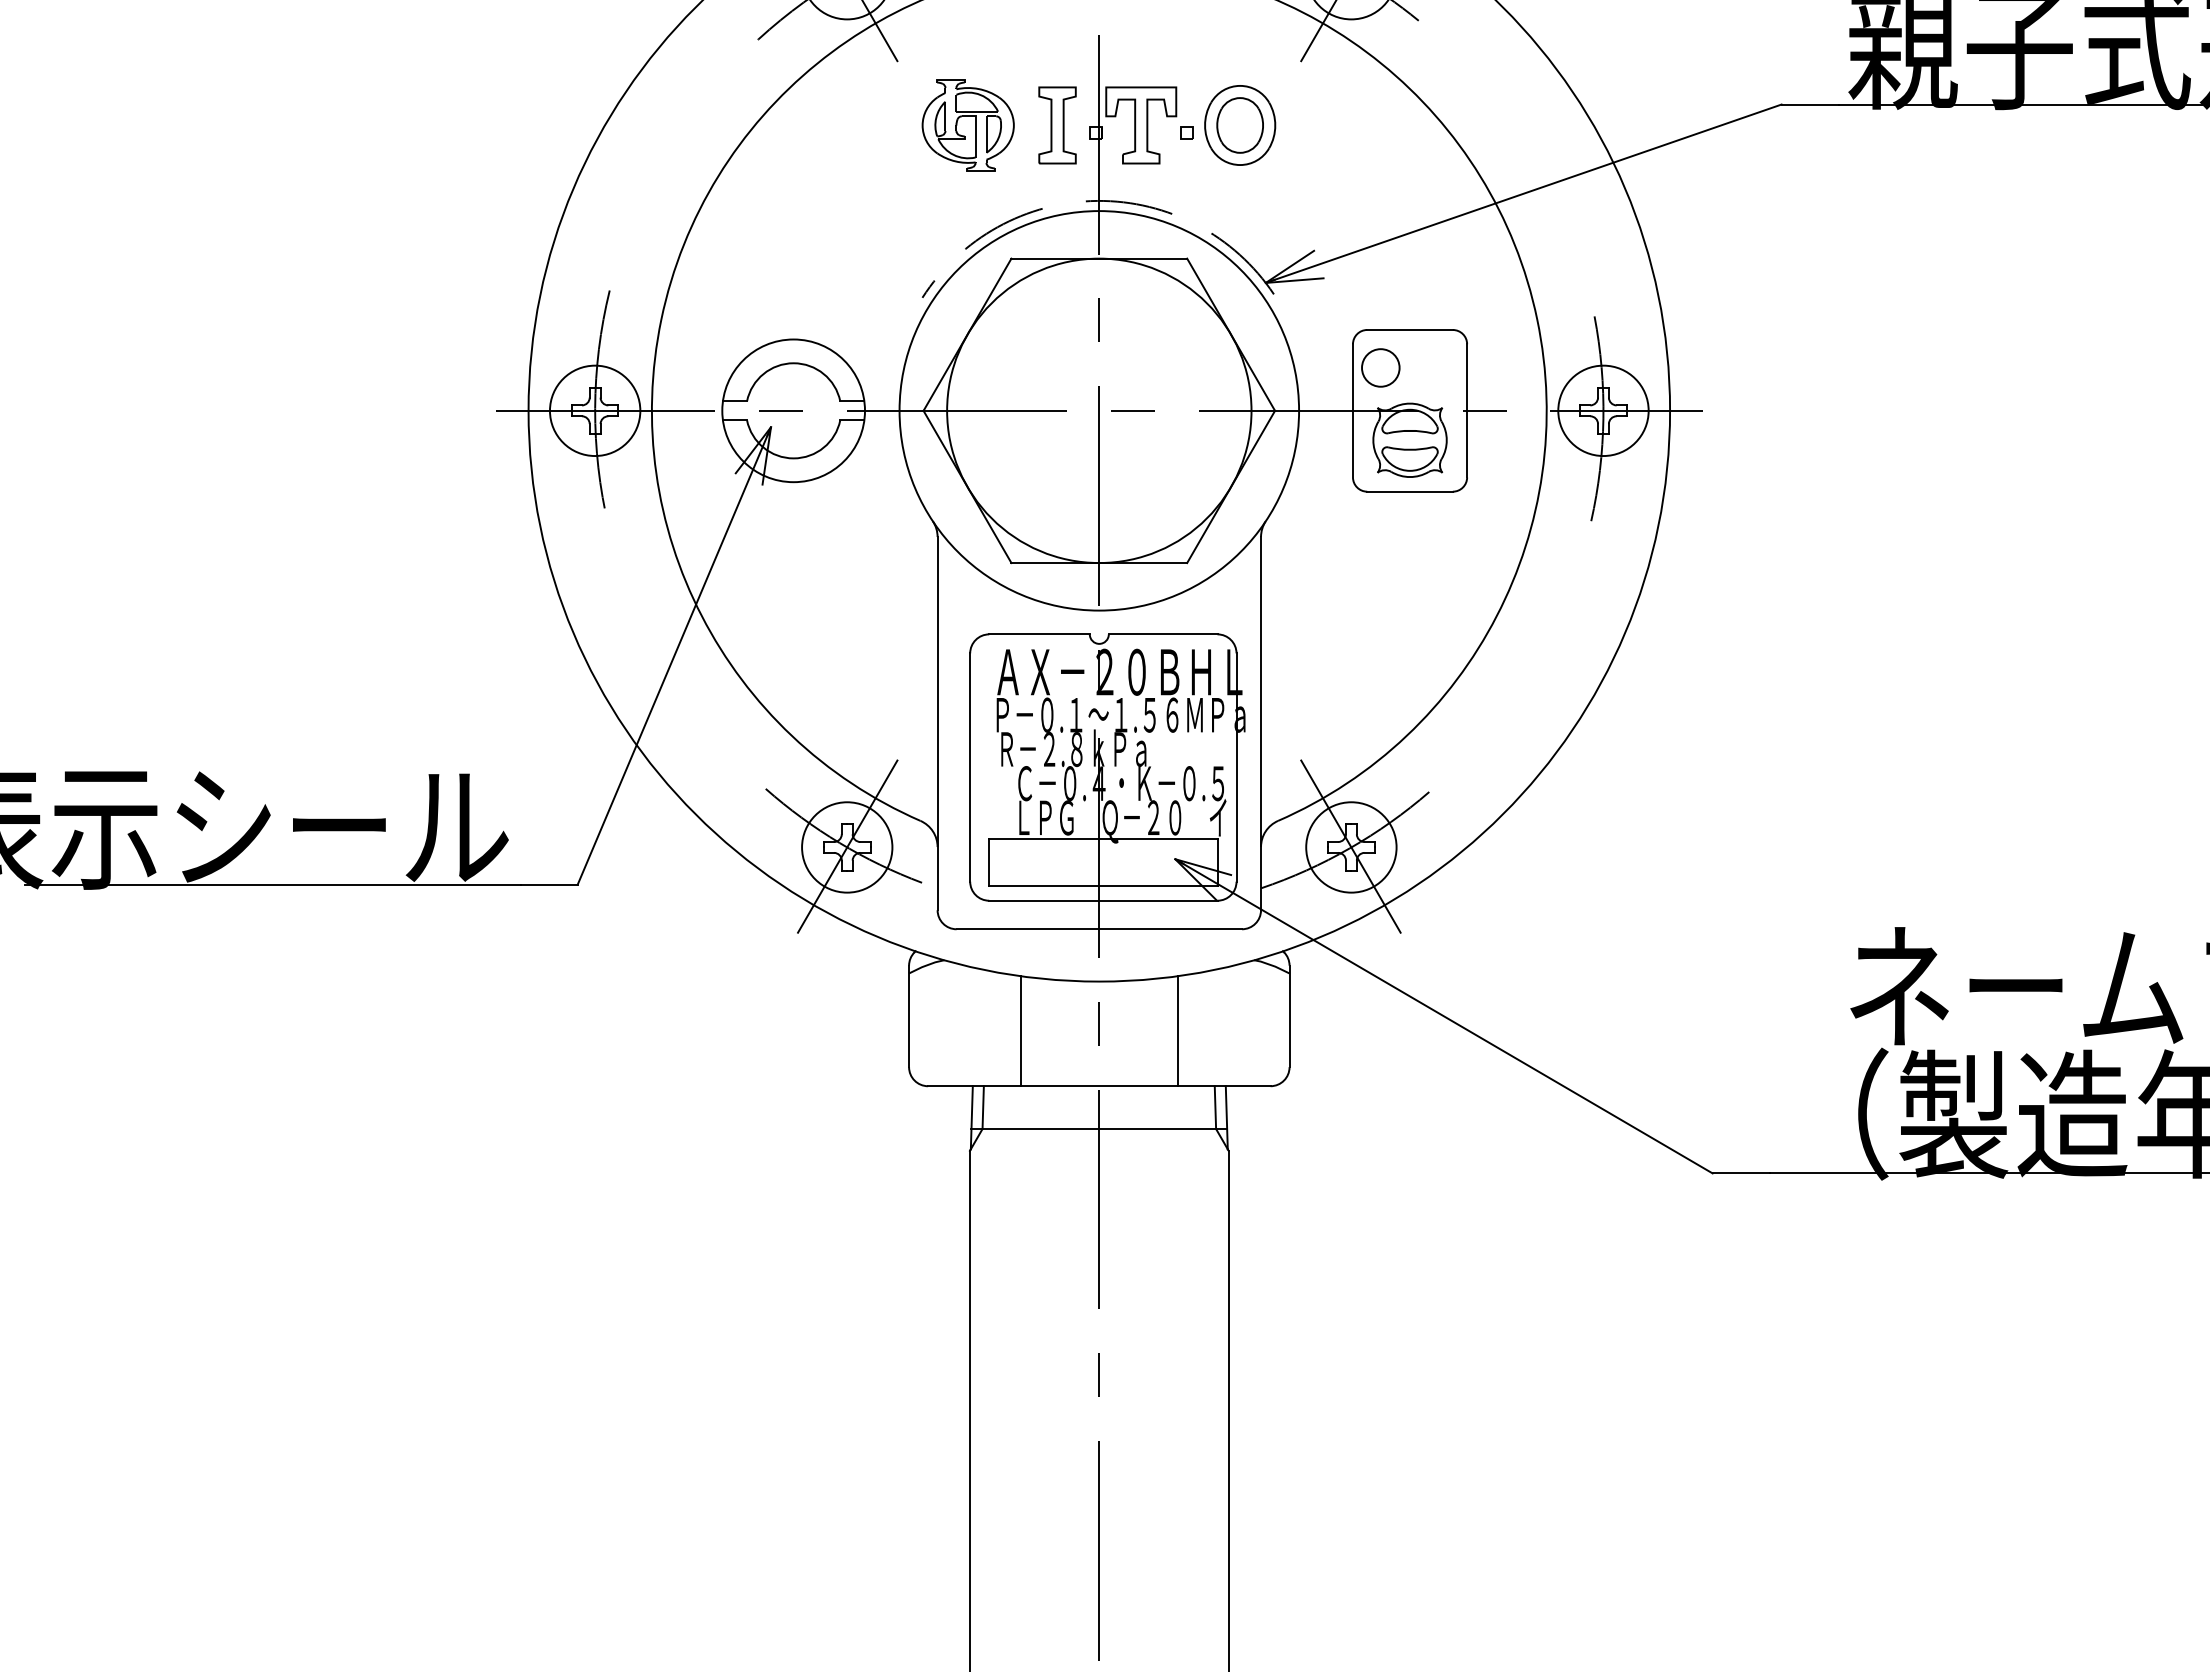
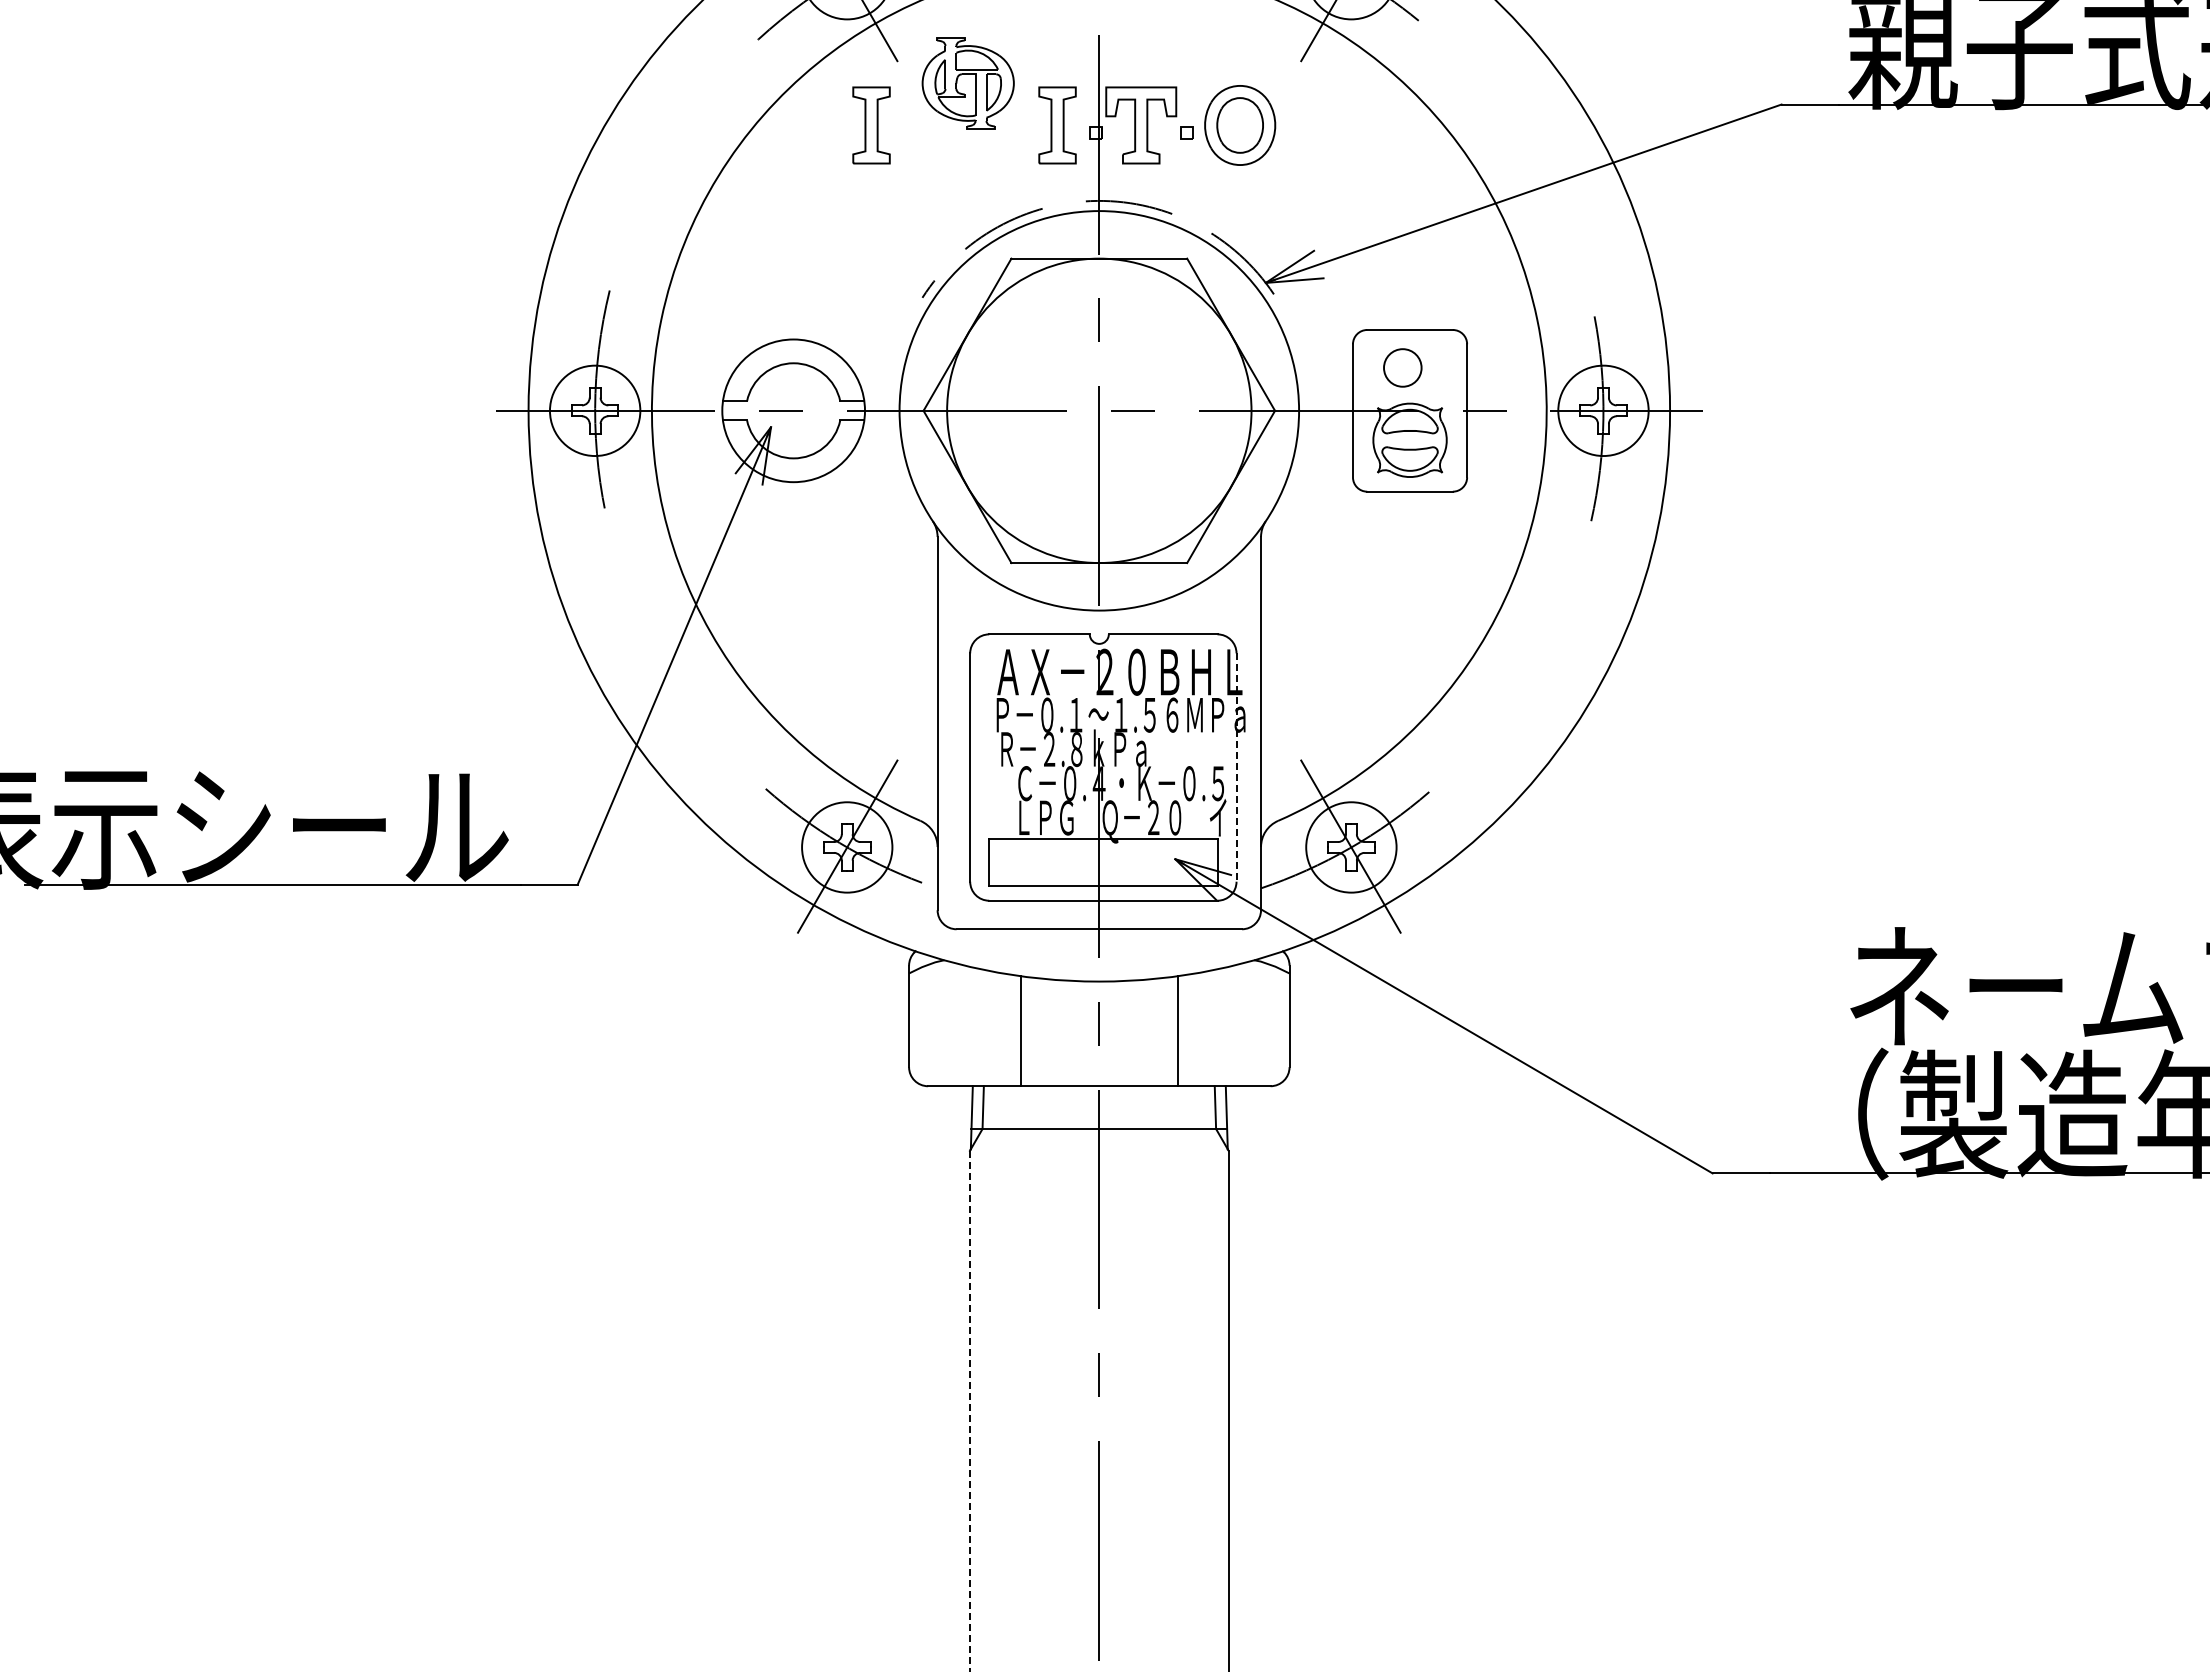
part at (871, 125): none -> present
part at (967, 125) position: (967, 125) -> (967, 83)
circle at (1380, 367) position: (1380, 367) -> (1402, 367)
line at (1236, 768): solid -> dashed
line at (969, 1411): solid -> dashed
